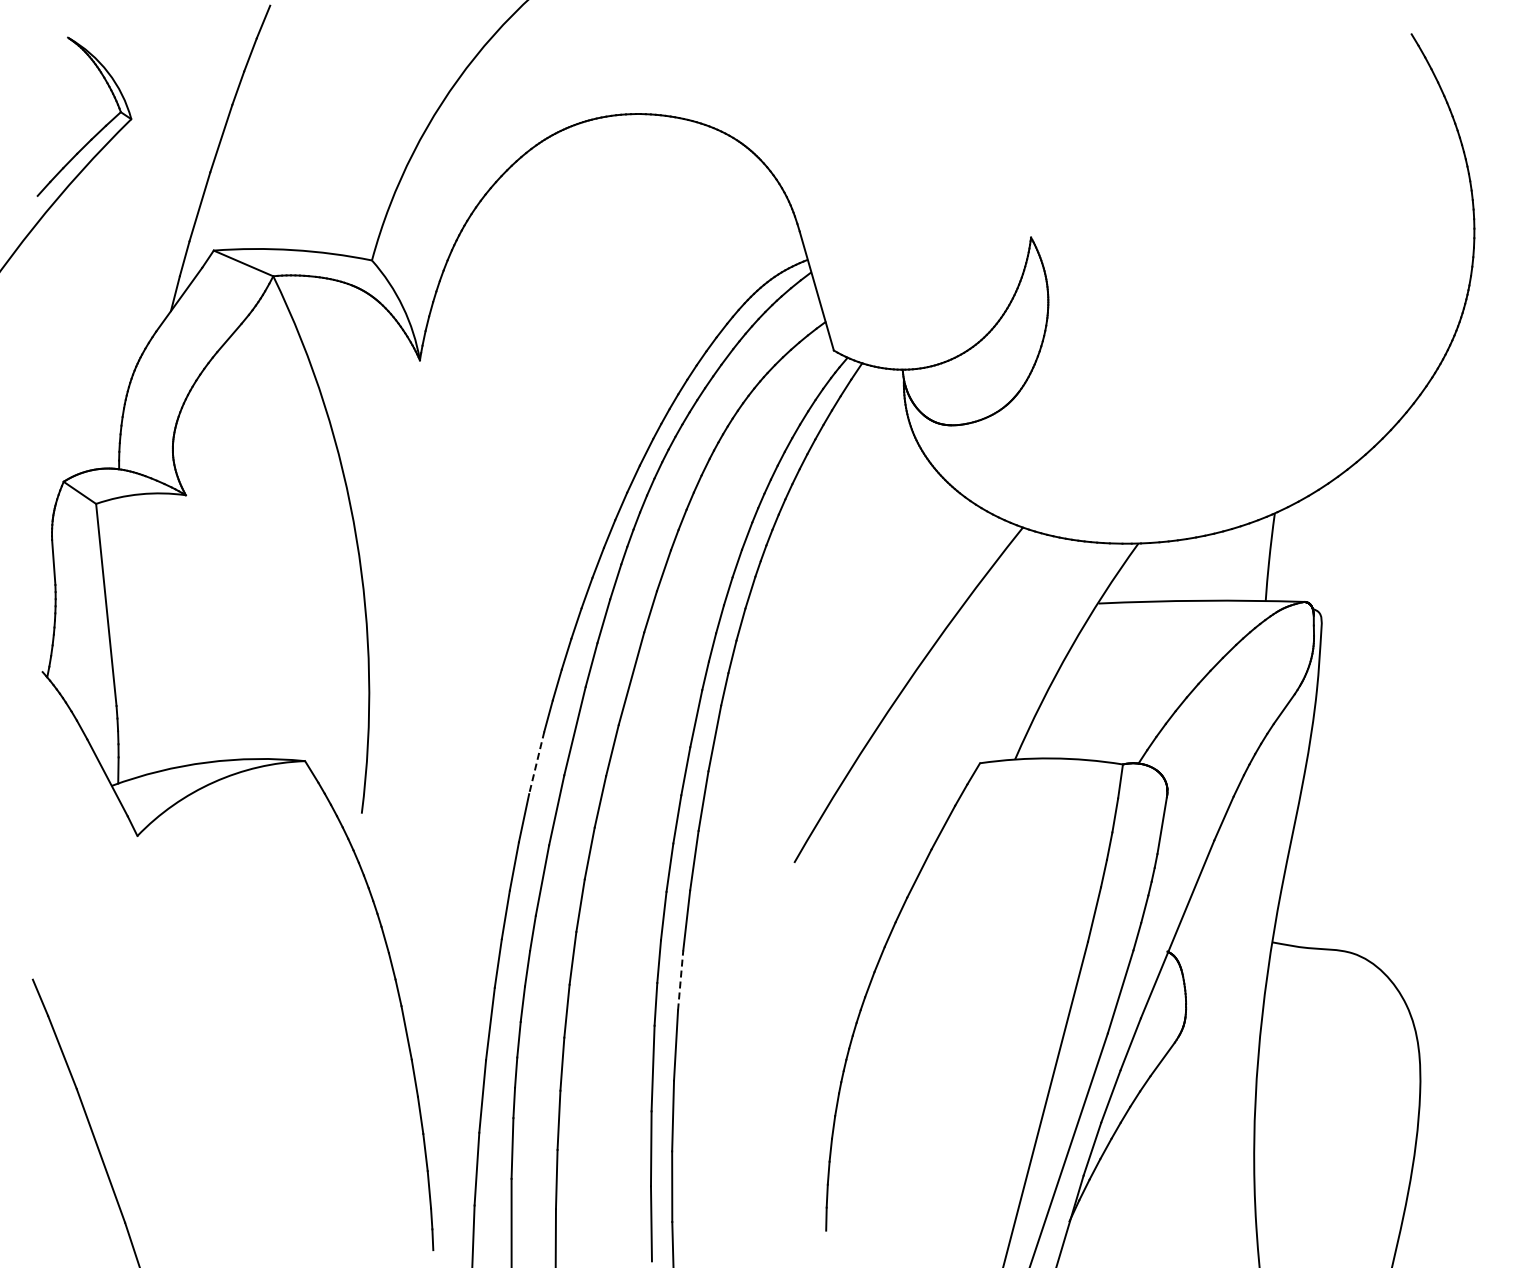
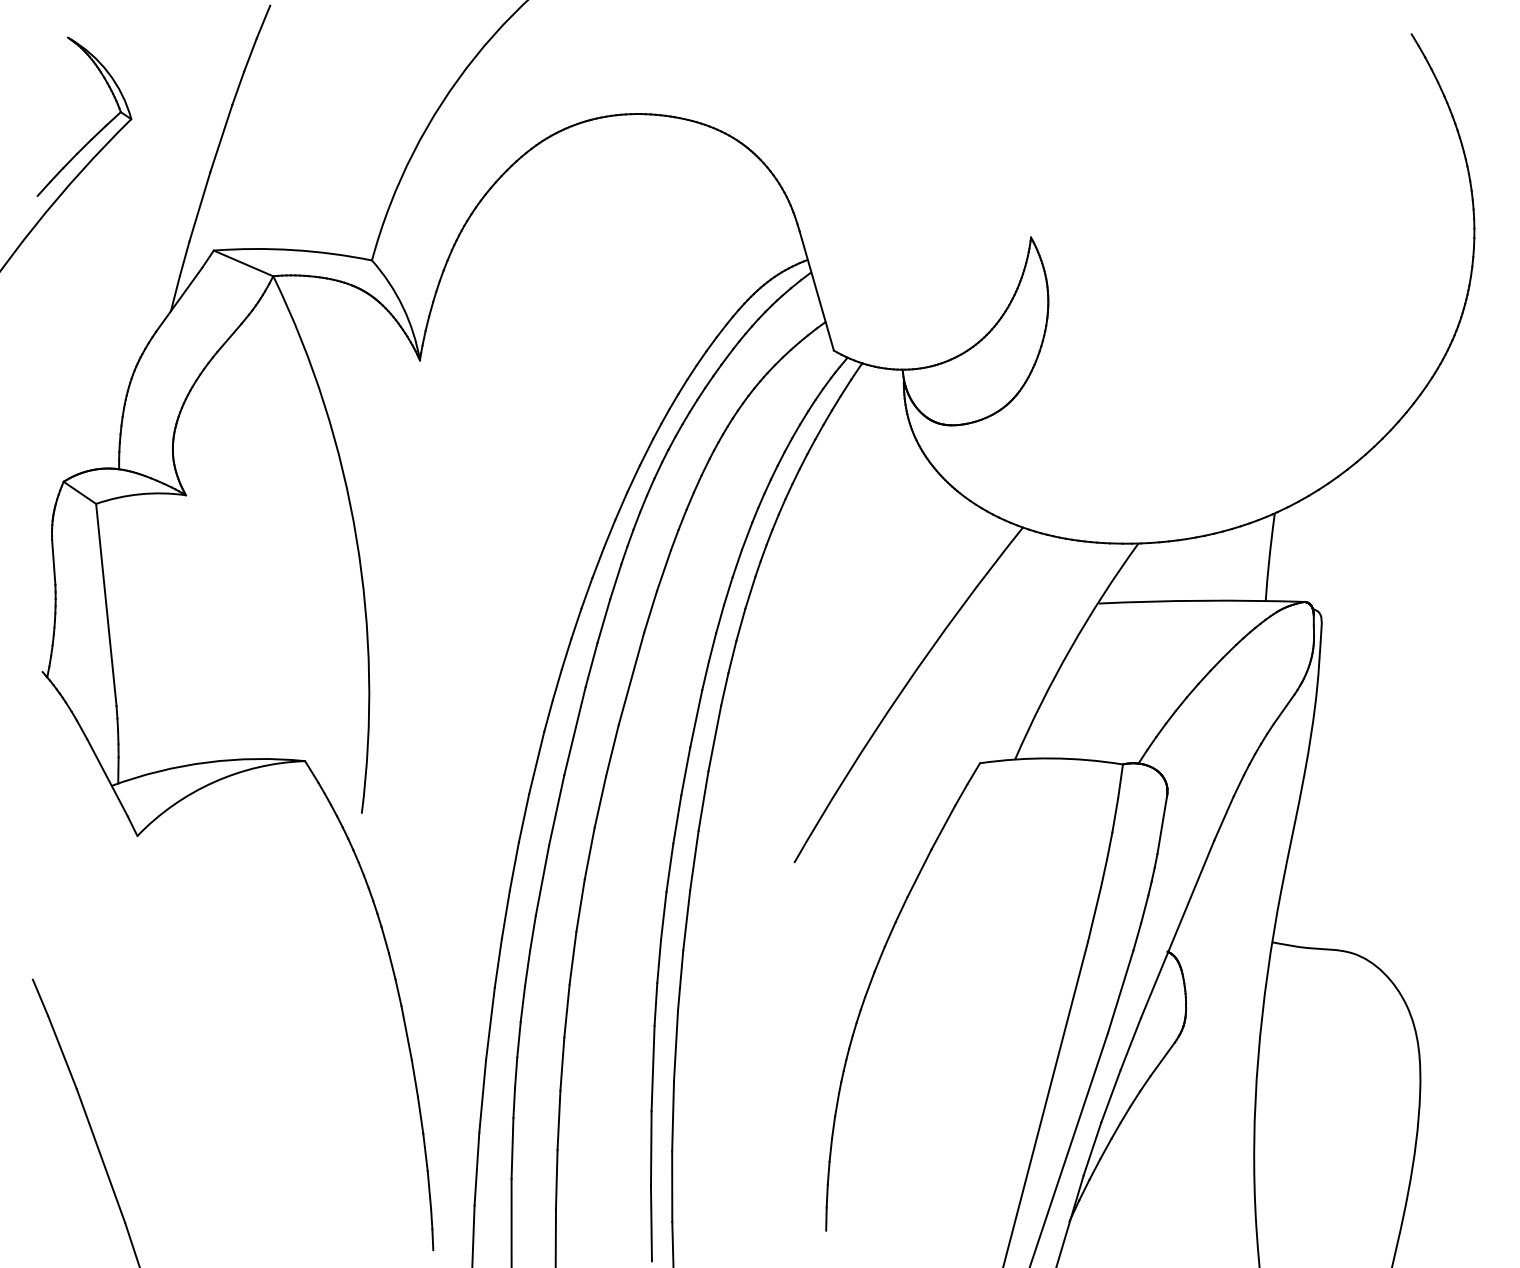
line at (536, 763): dashed -> solid
line at (680, 979): dashed -> solid
